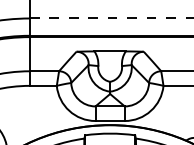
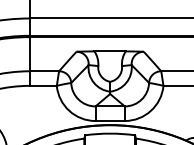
line at (111, 18): dashed -> solid
